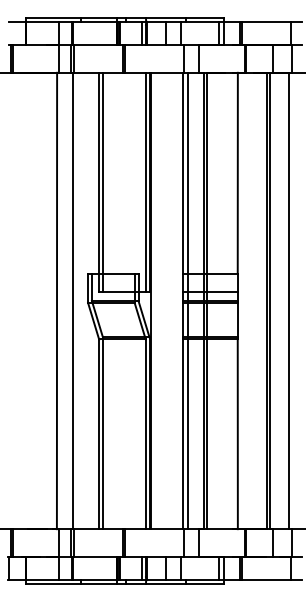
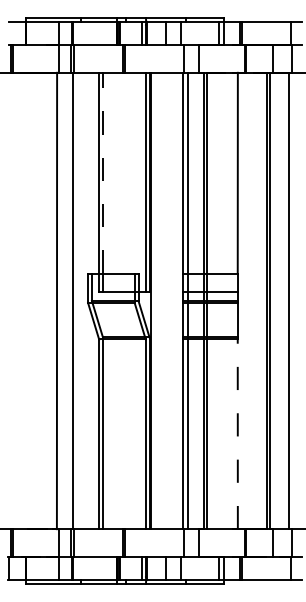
line at (103, 172): solid -> dashed
line at (237, 434): solid -> dashed
